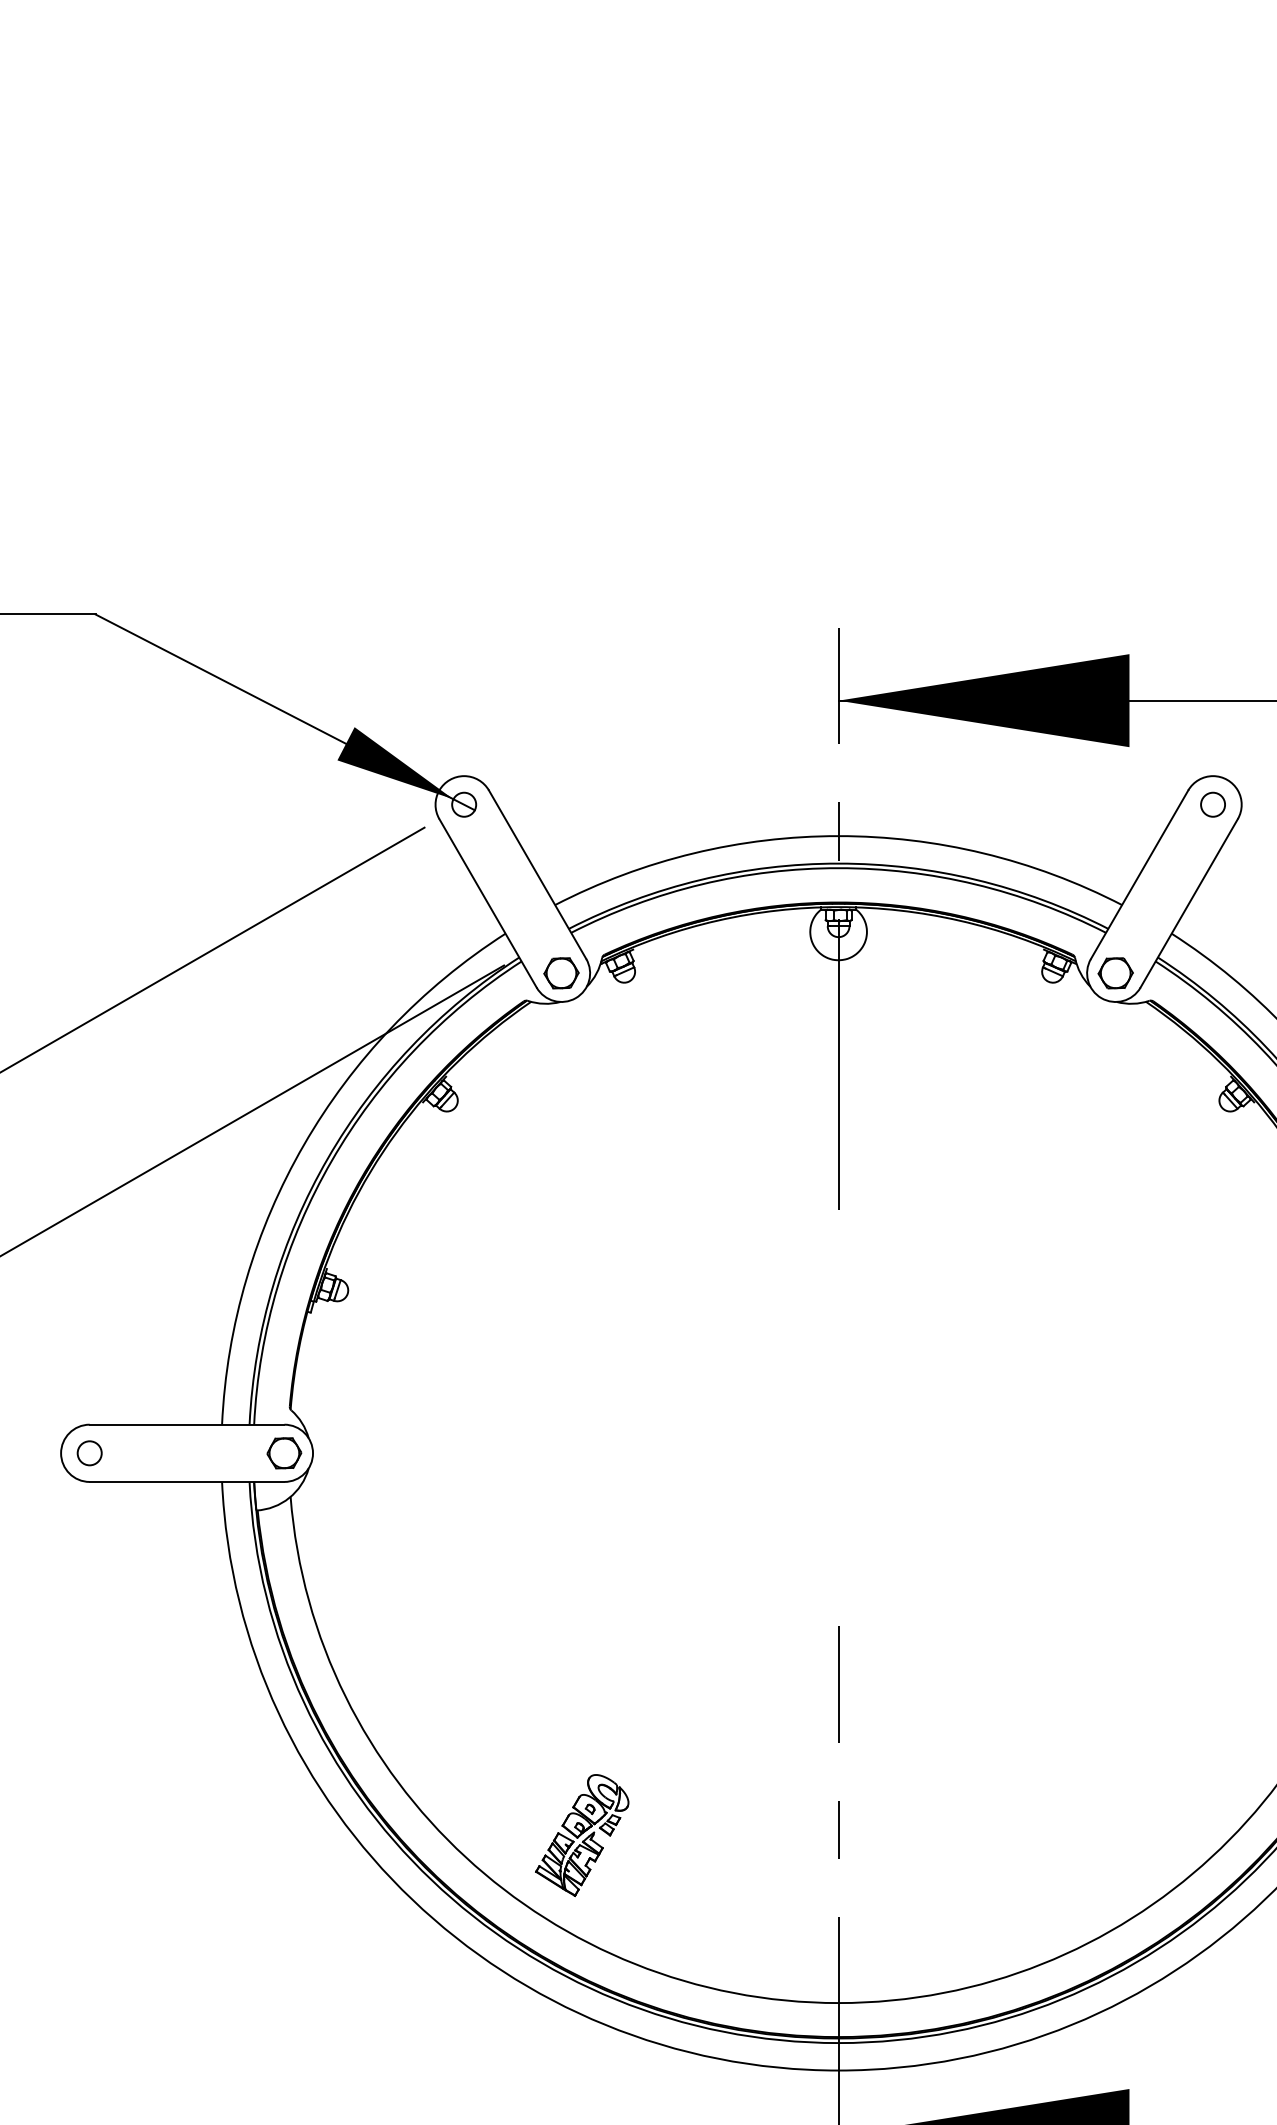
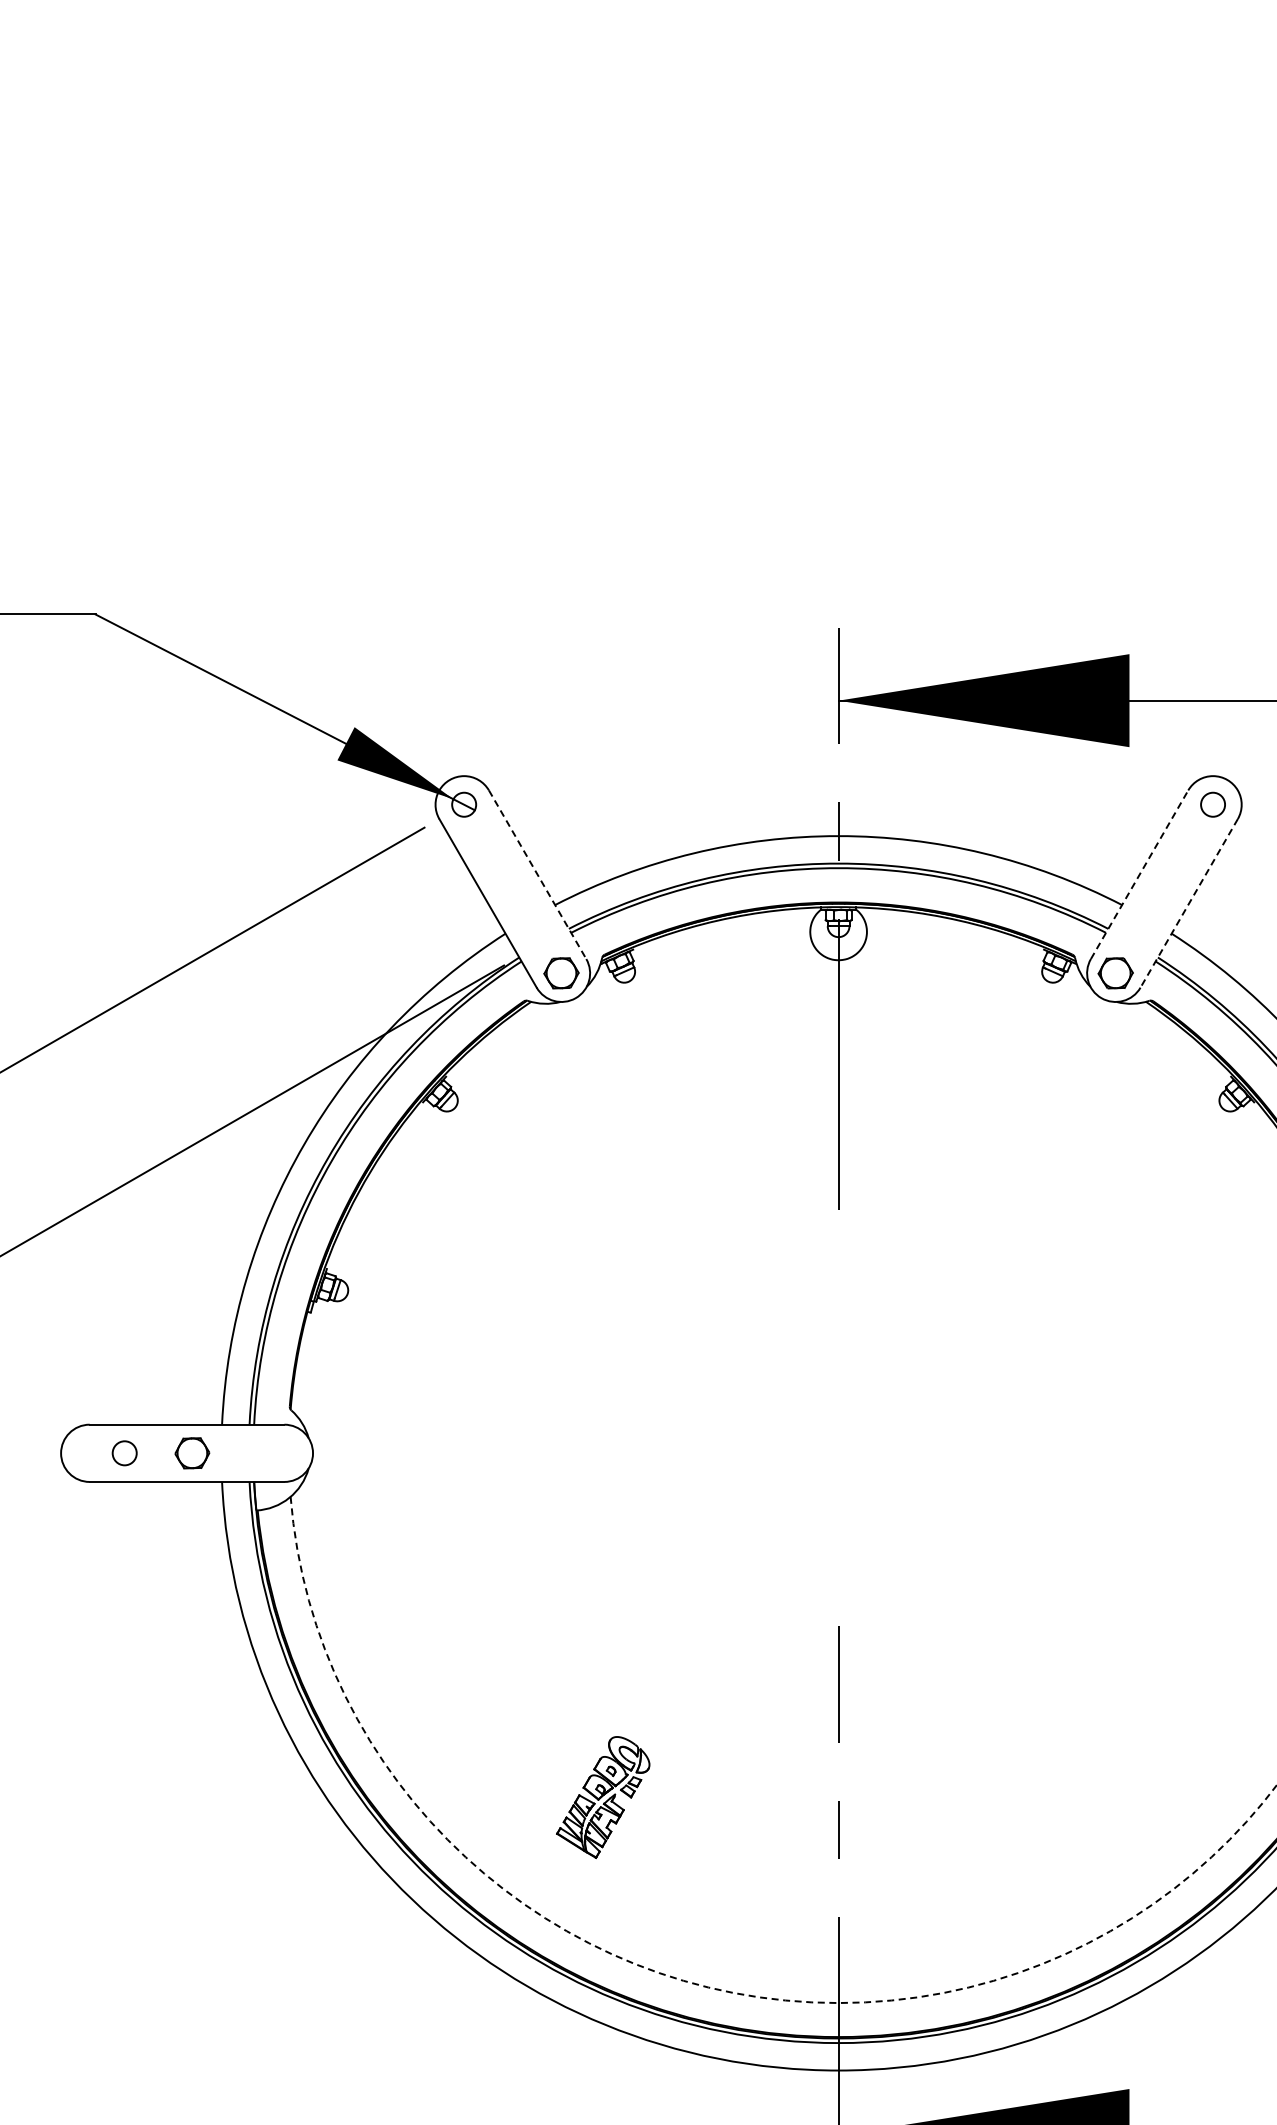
line at (1139, 874): solid -> dashed
line at (537, 875): solid -> dashed
line at (1188, 903): solid -> dashed
circle at (89, 1453) position: (89, 1453) -> (124, 1453)
part at (284, 1453) position: (284, 1453) -> (192, 1453)
part at (582, 1835) position: (582, 1835) -> (603, 1797)
arc at (683, 1980): solid -> dashed
